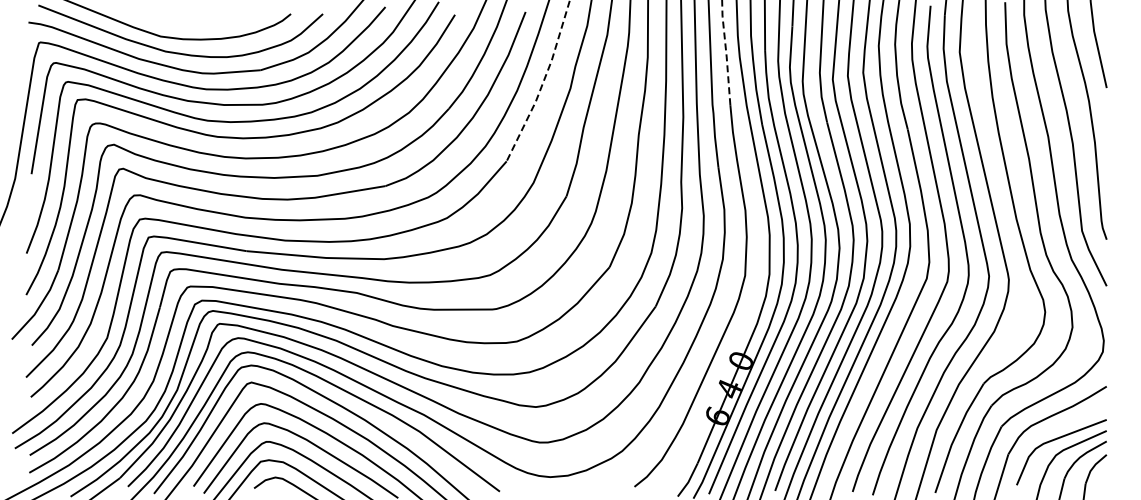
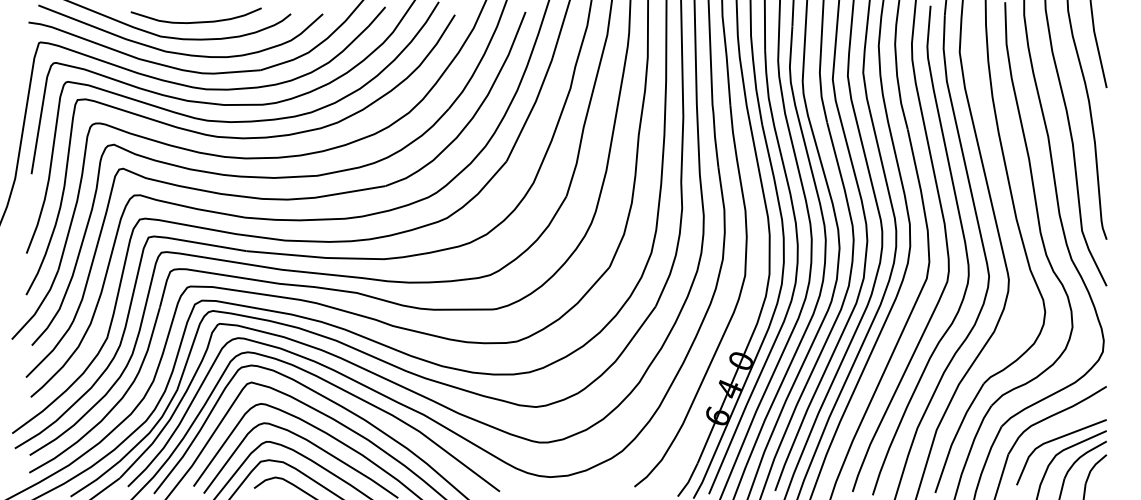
curve at (195, 21): none -> present
line at (726, 52): dashed -> solid
line at (542, 83): dashed -> solid
